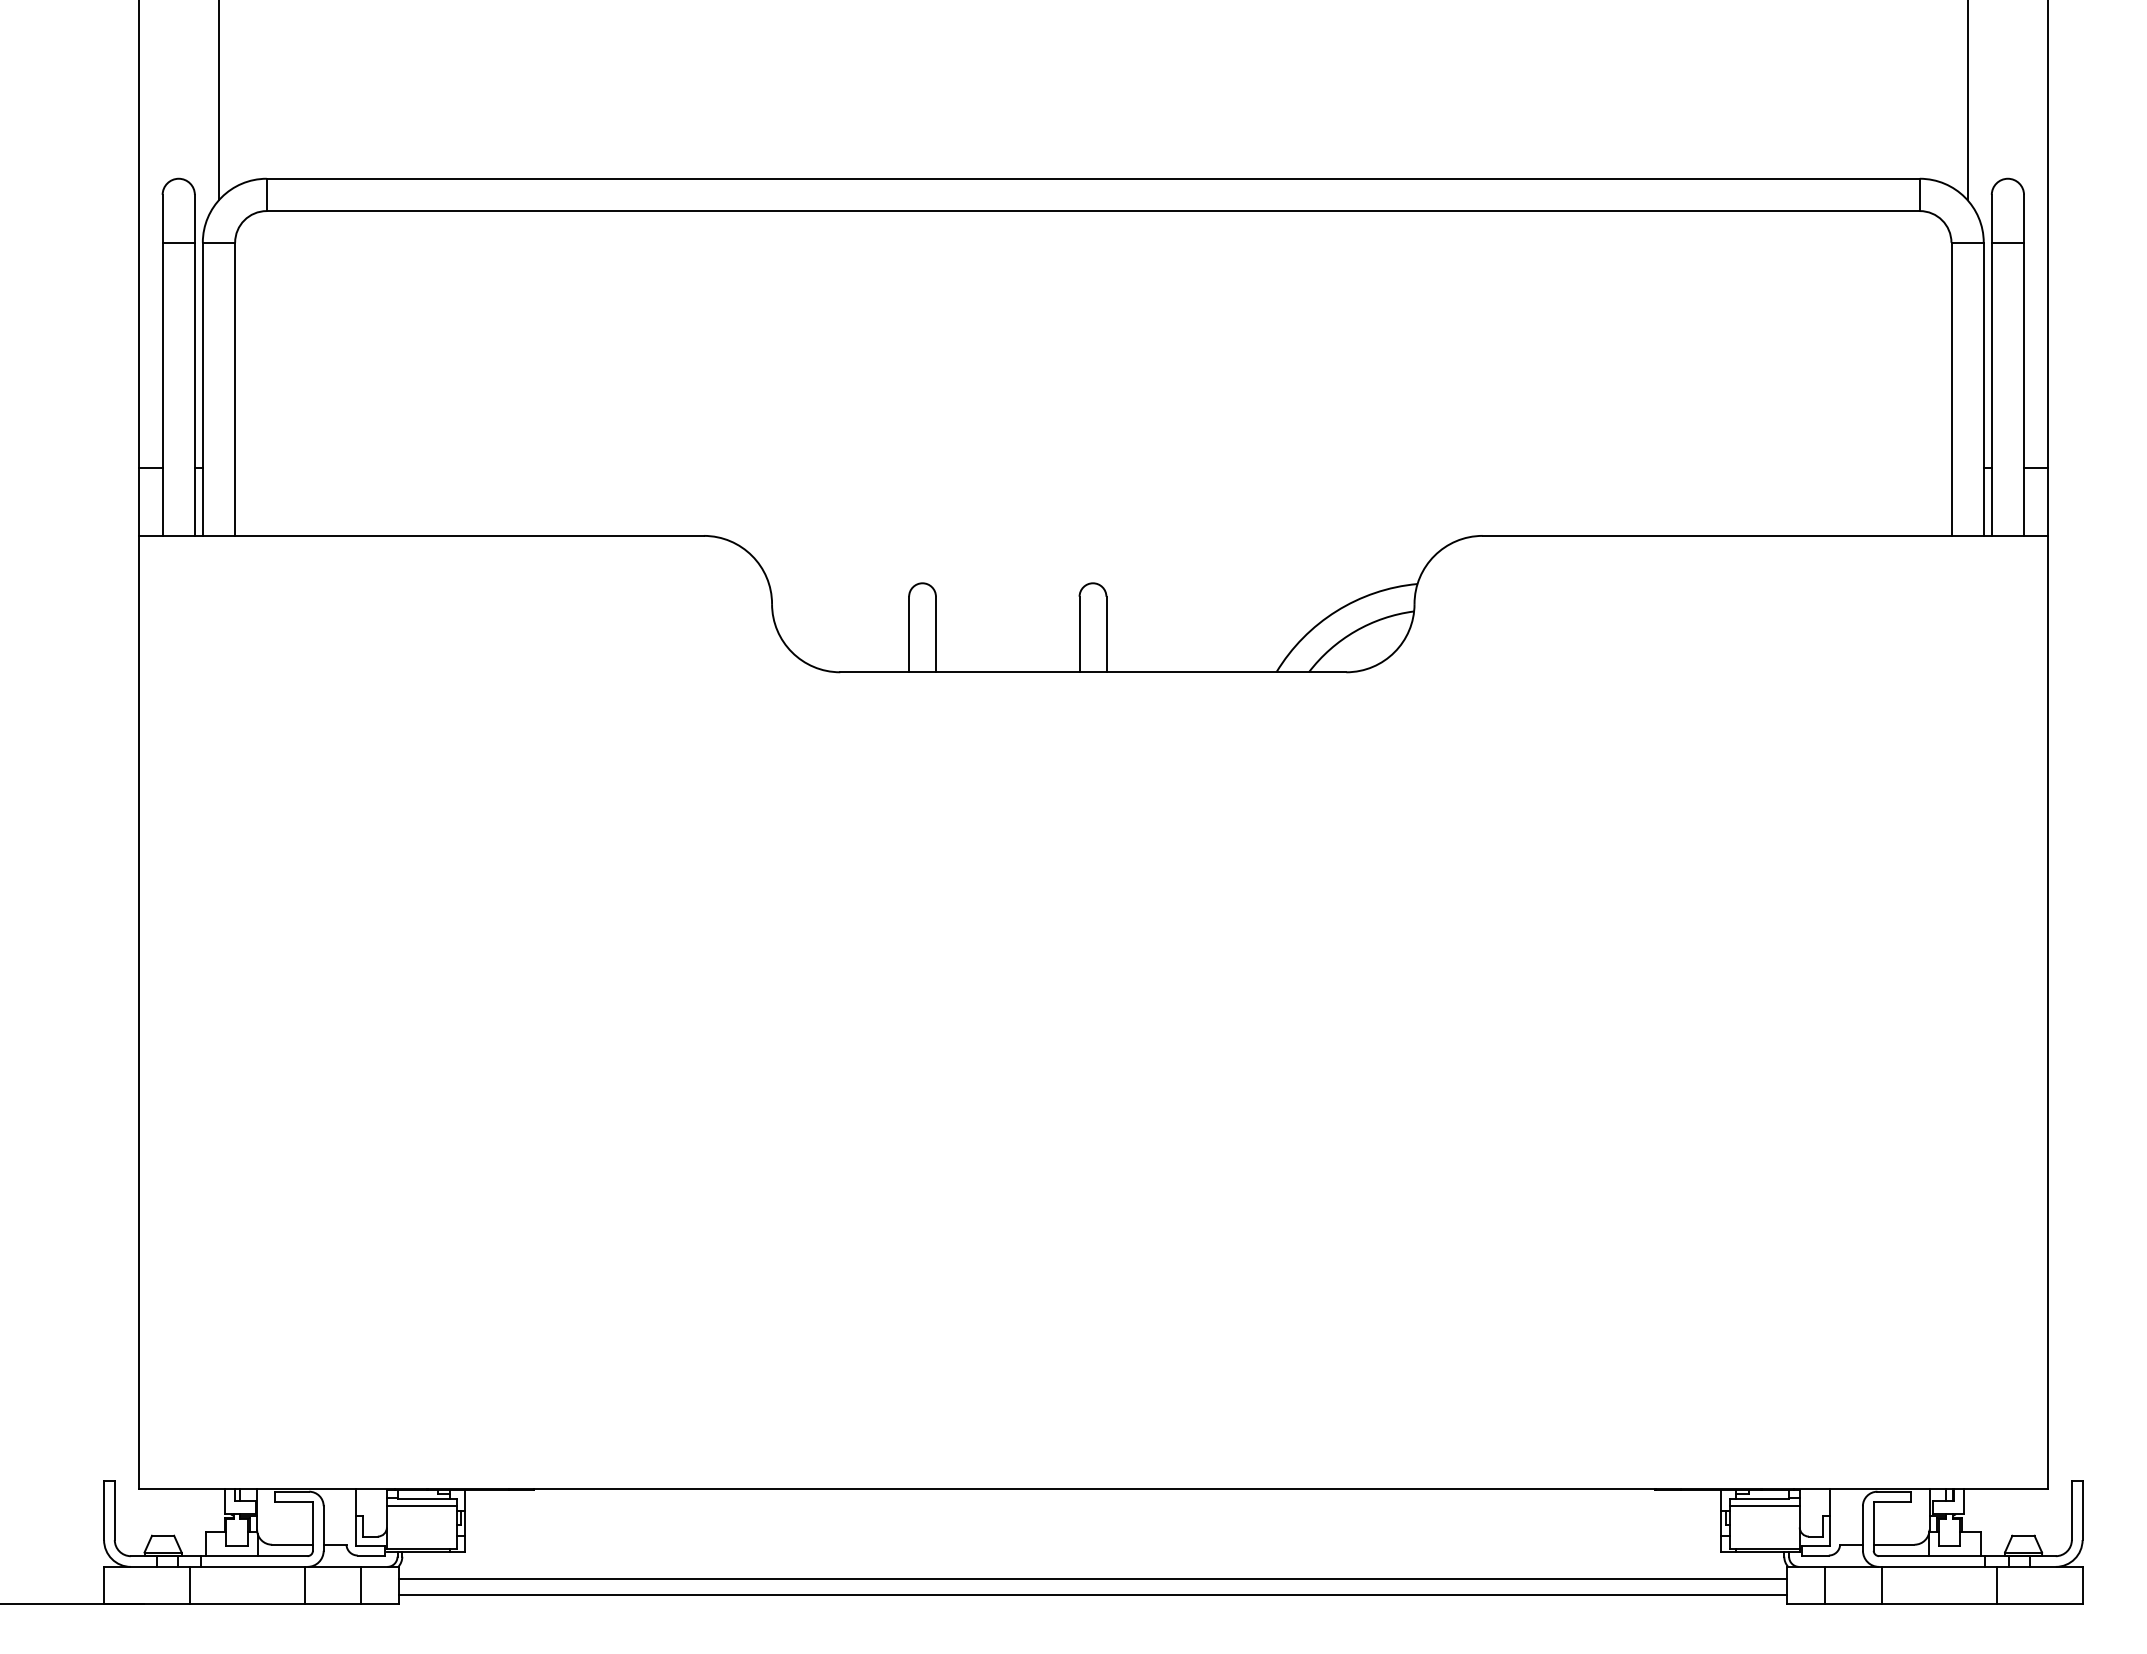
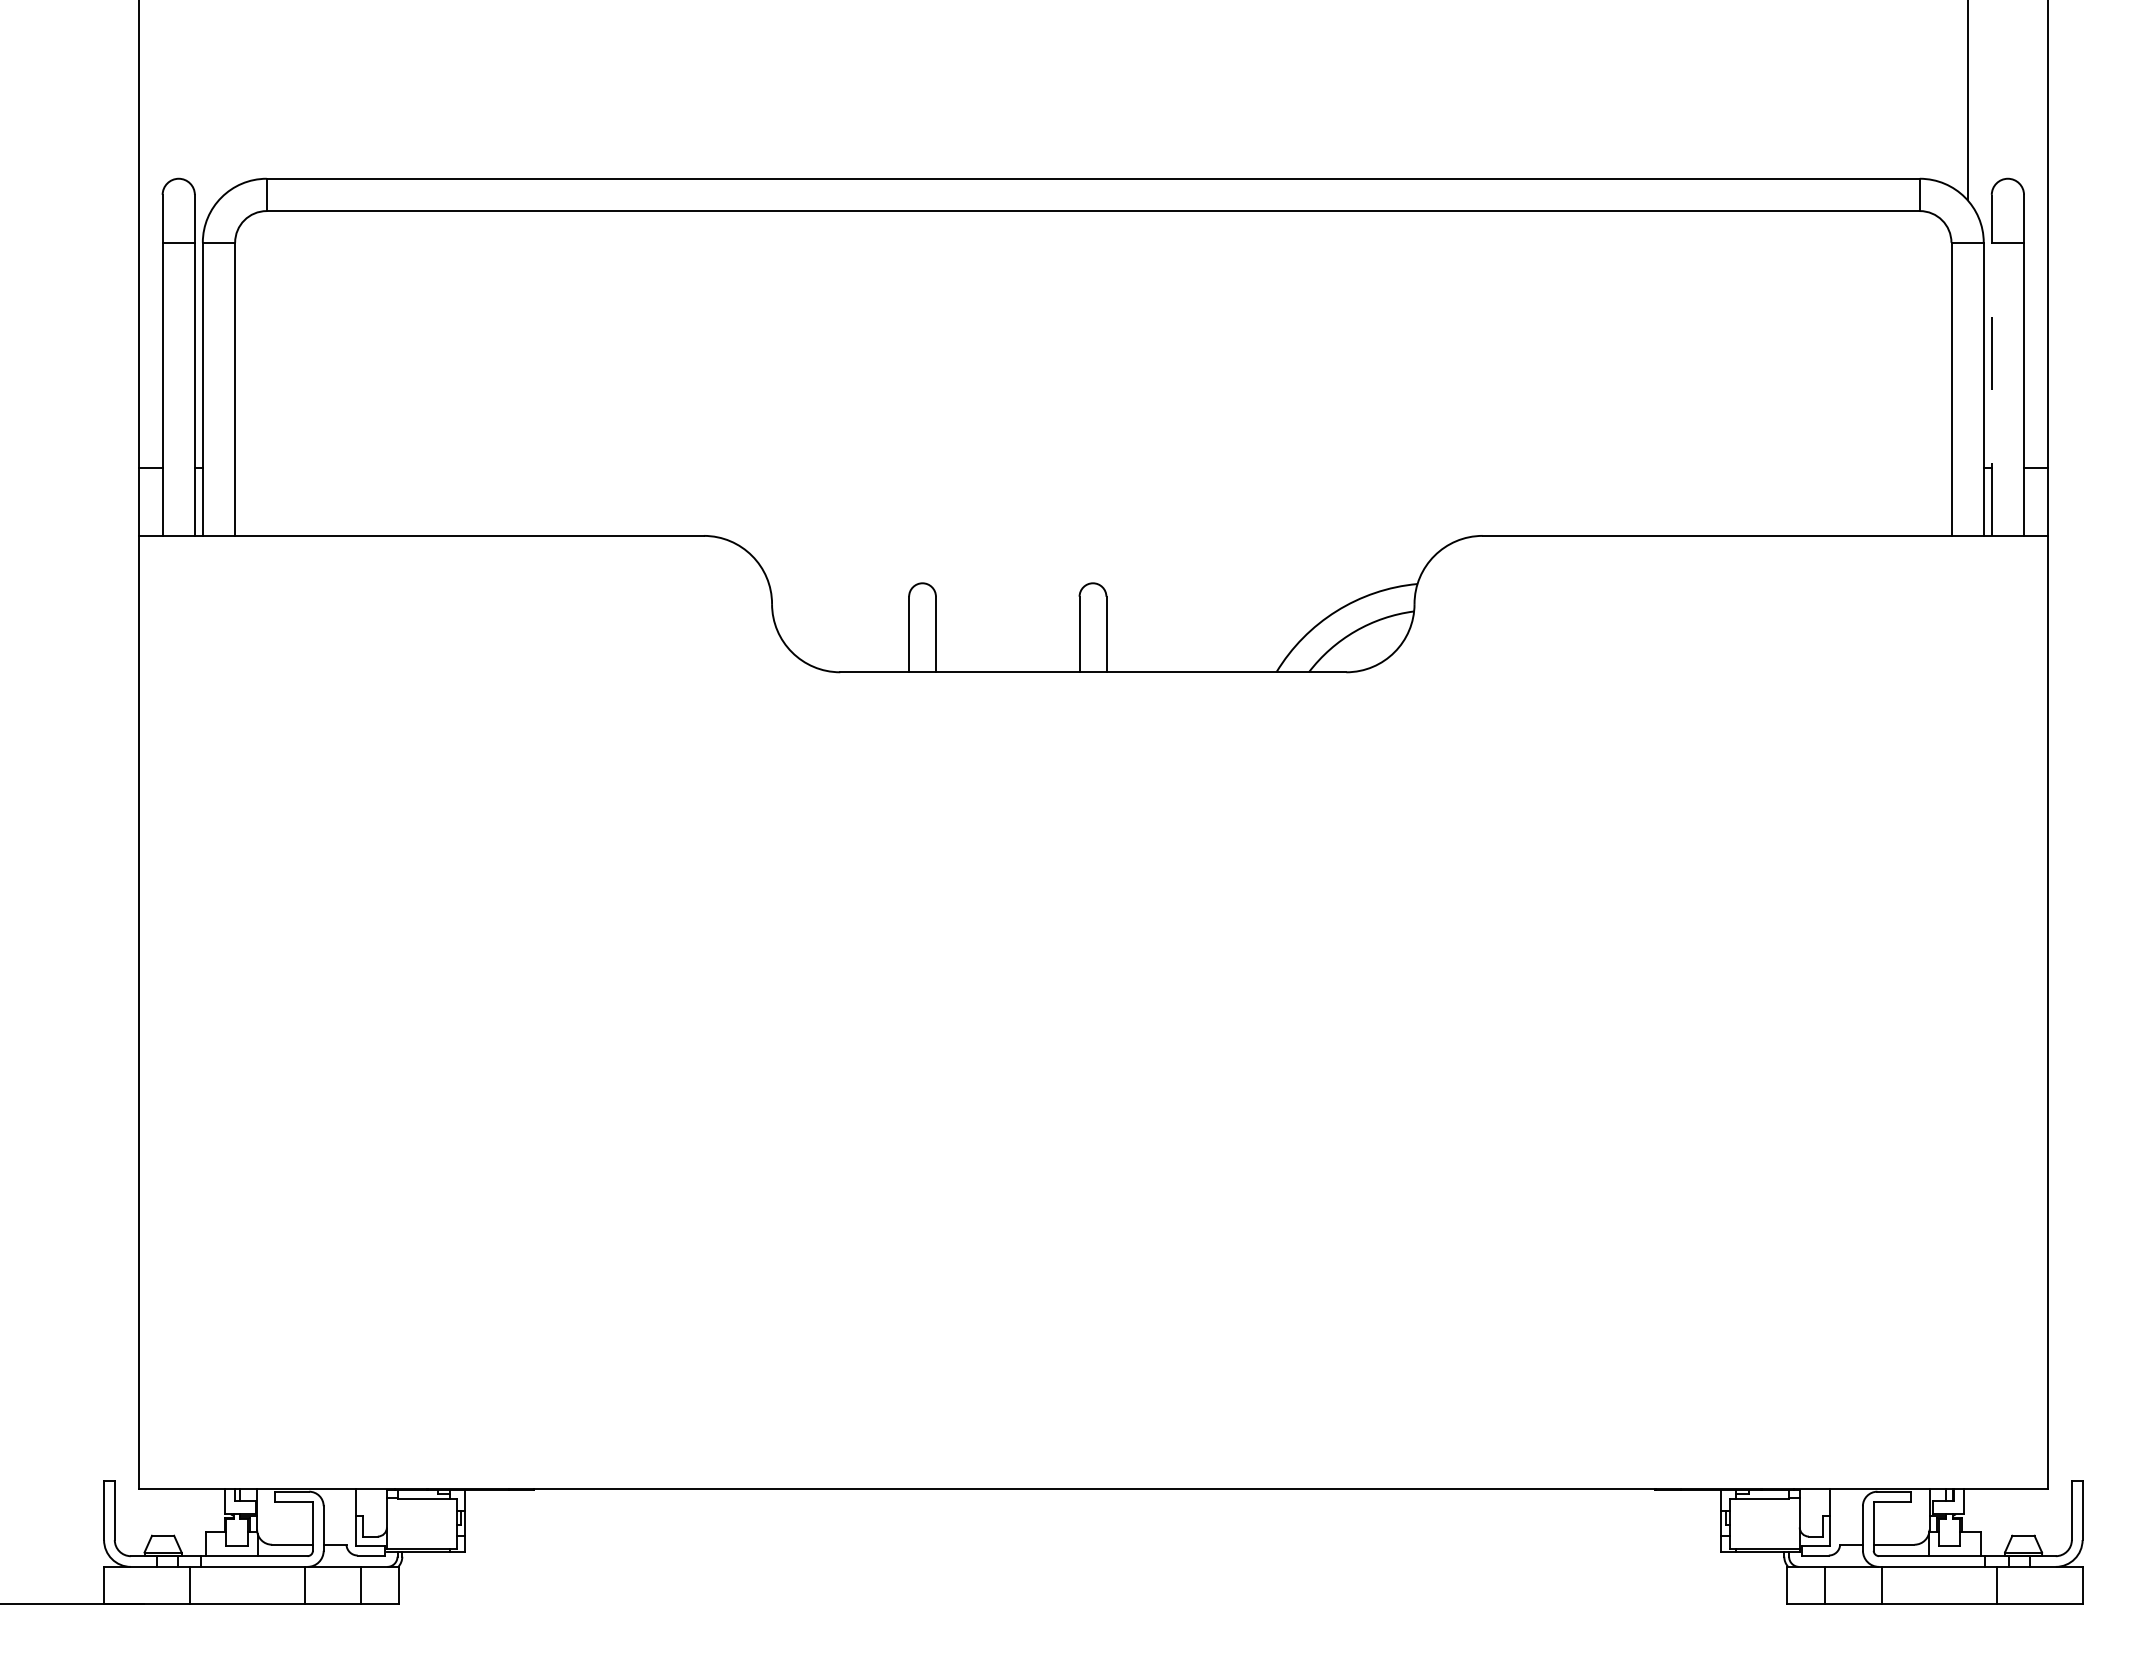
line at (219, 101): present -> none
line at (1991, 364): solid -> dashed
line at (421, 1505): present -> none
line at (1764, 1505): present -> none
line at (1093, 1578): present -> none
line at (1093, 1594): present -> none
